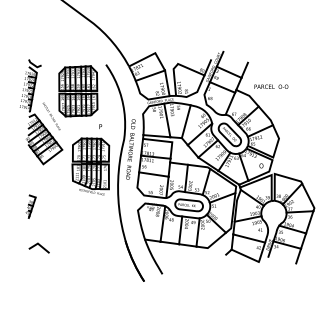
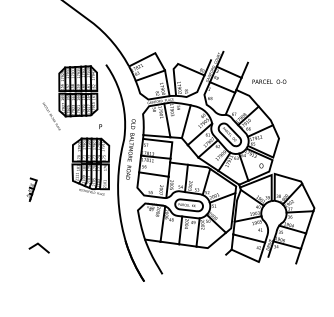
text at (271, 86) position: (271, 86) -> (269, 81)
part at (41, 112): present -> none
part at (30, 206) position: (30, 206) -> (31, 189)
